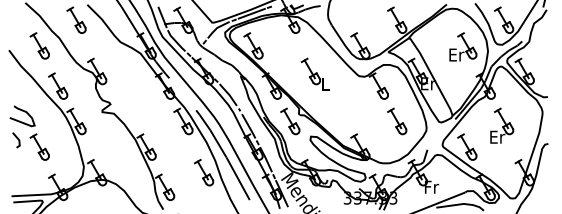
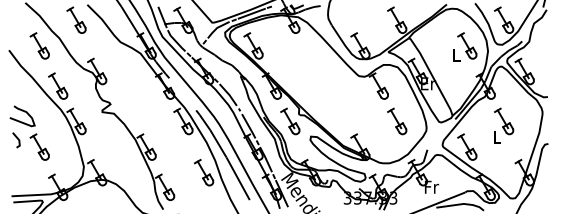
text at (456, 54): Er -> L
part at (314, 73): present -> none
text at (497, 136): Er -> L
